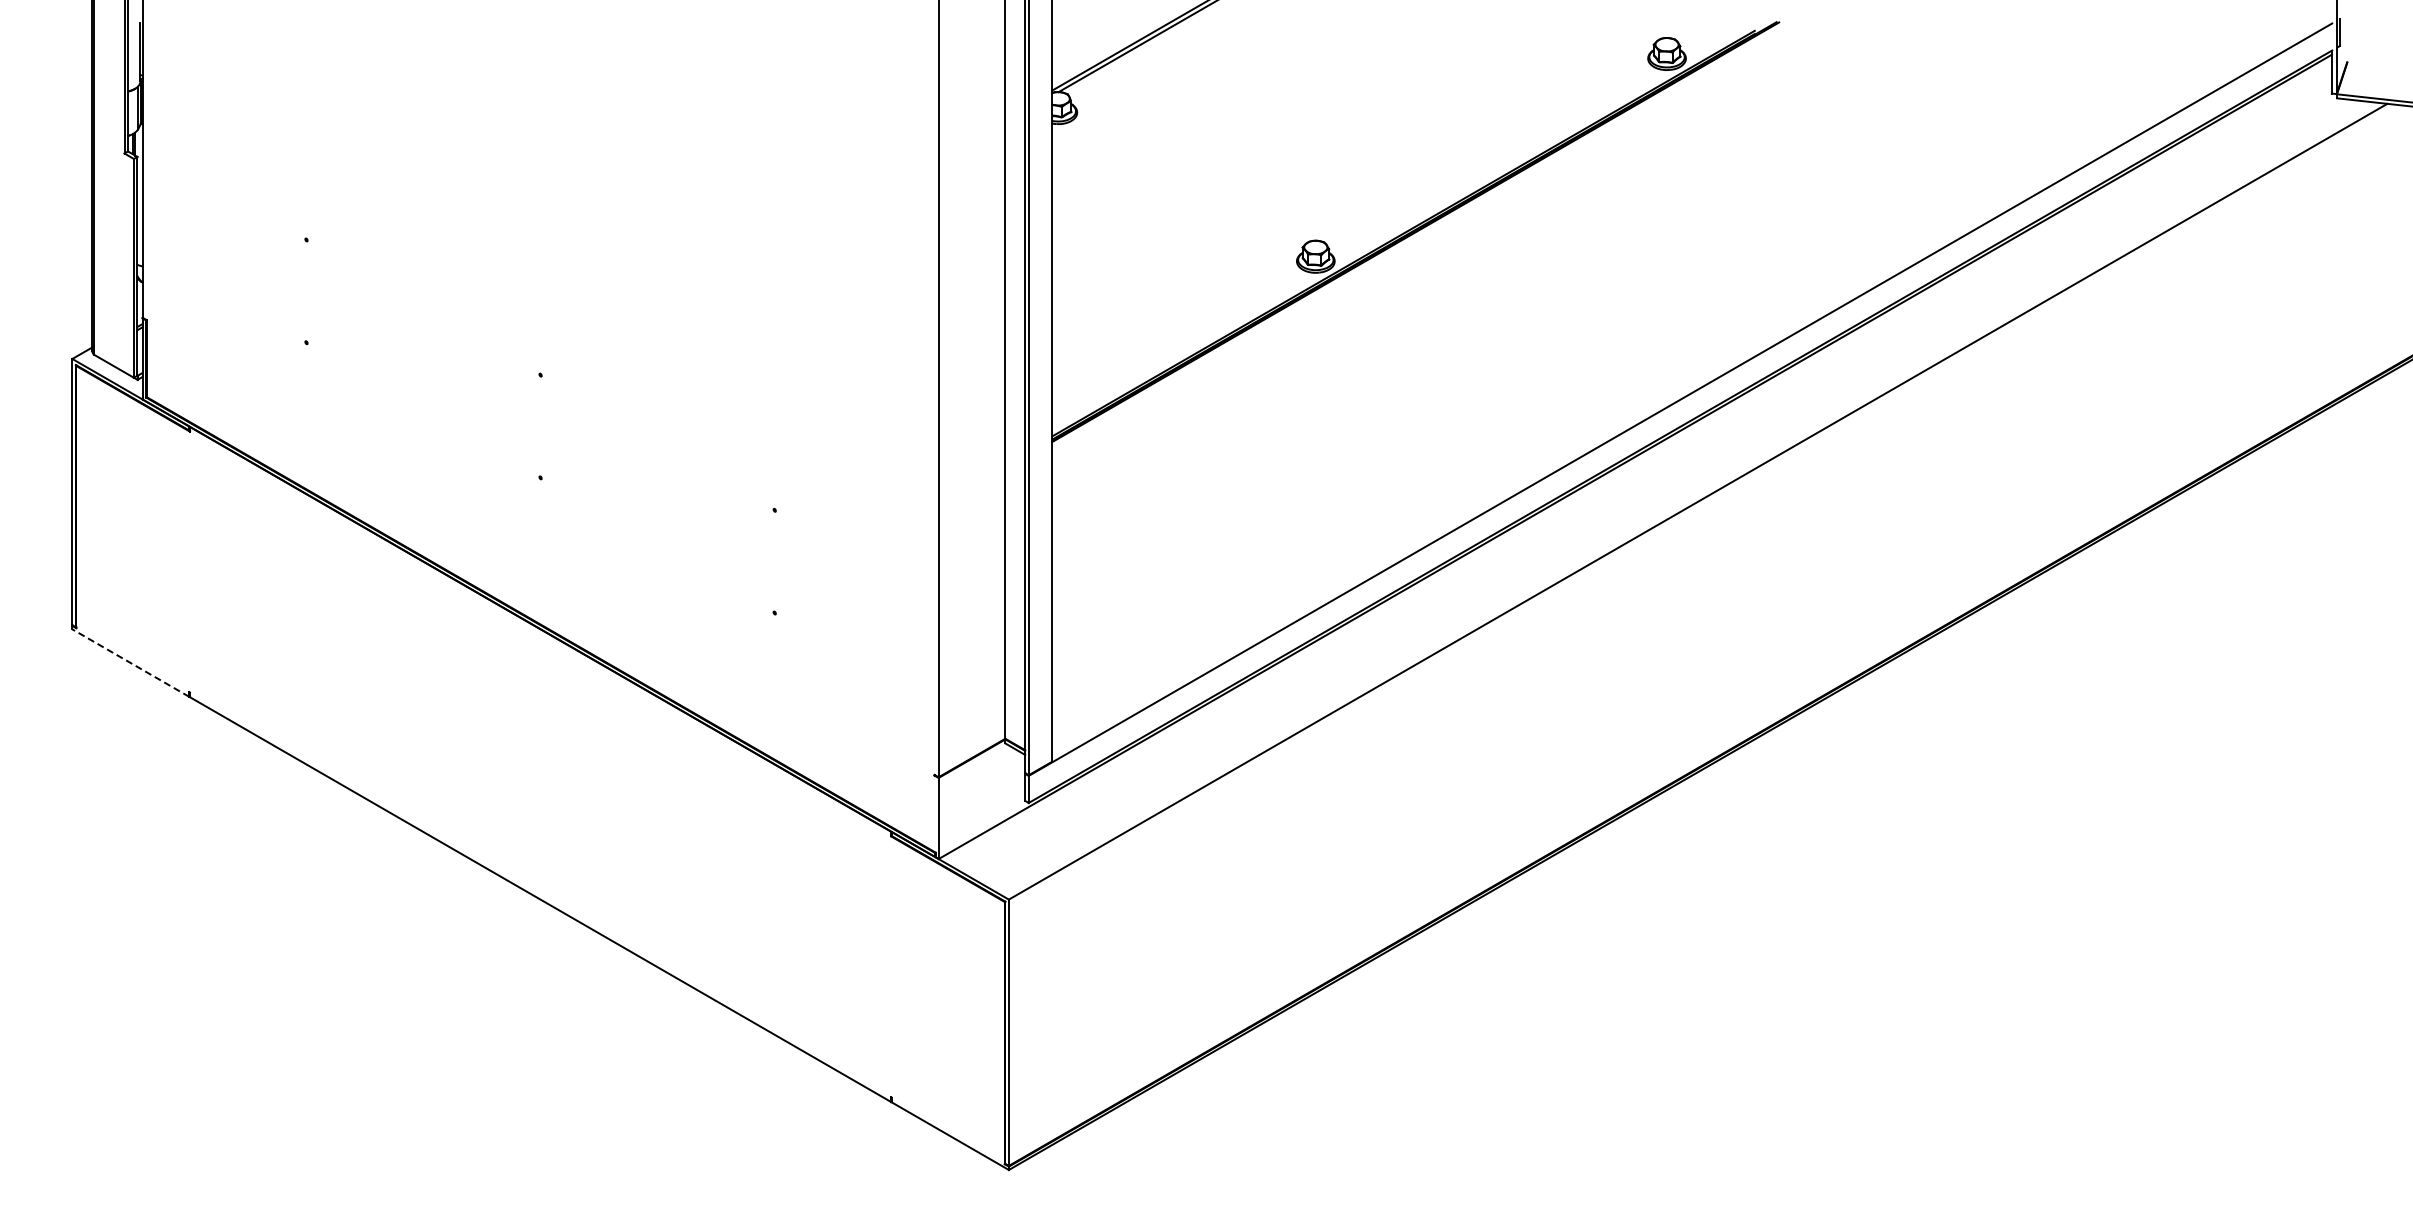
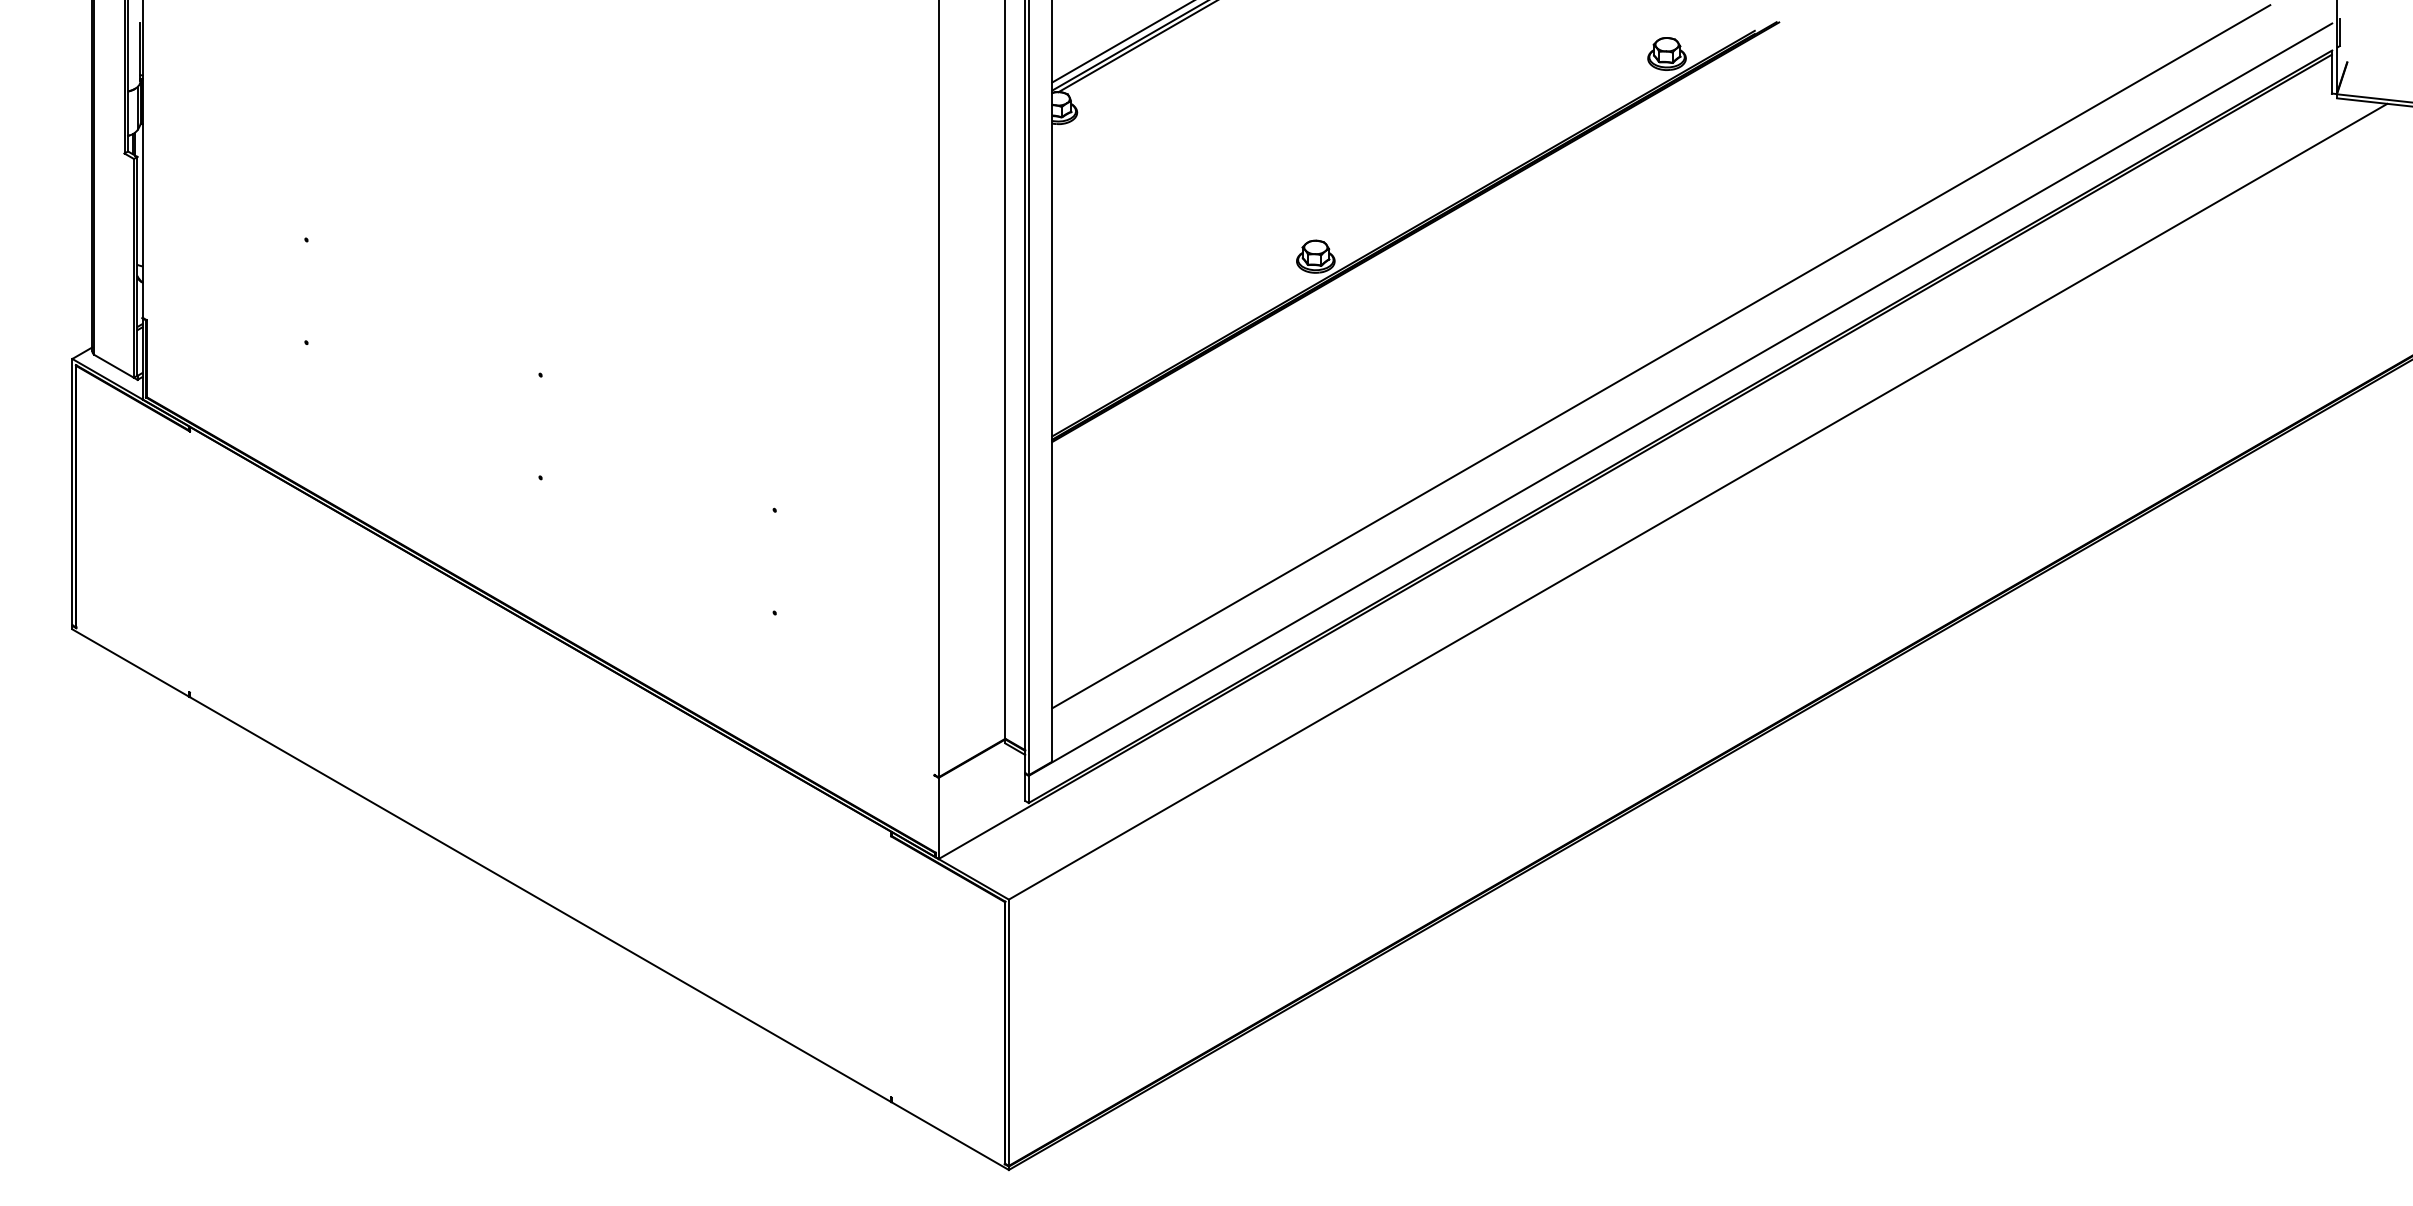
line at (1121, 42): none -> present
line at (1661, 356): none -> present
line at (130, 663): dashed -> solid
